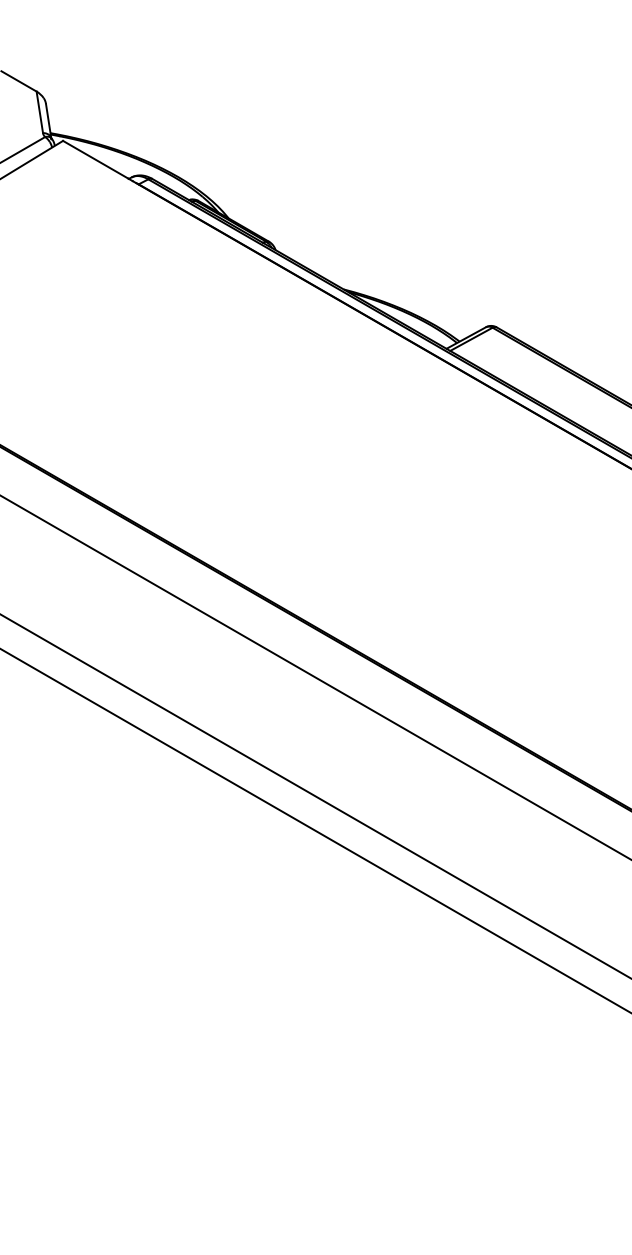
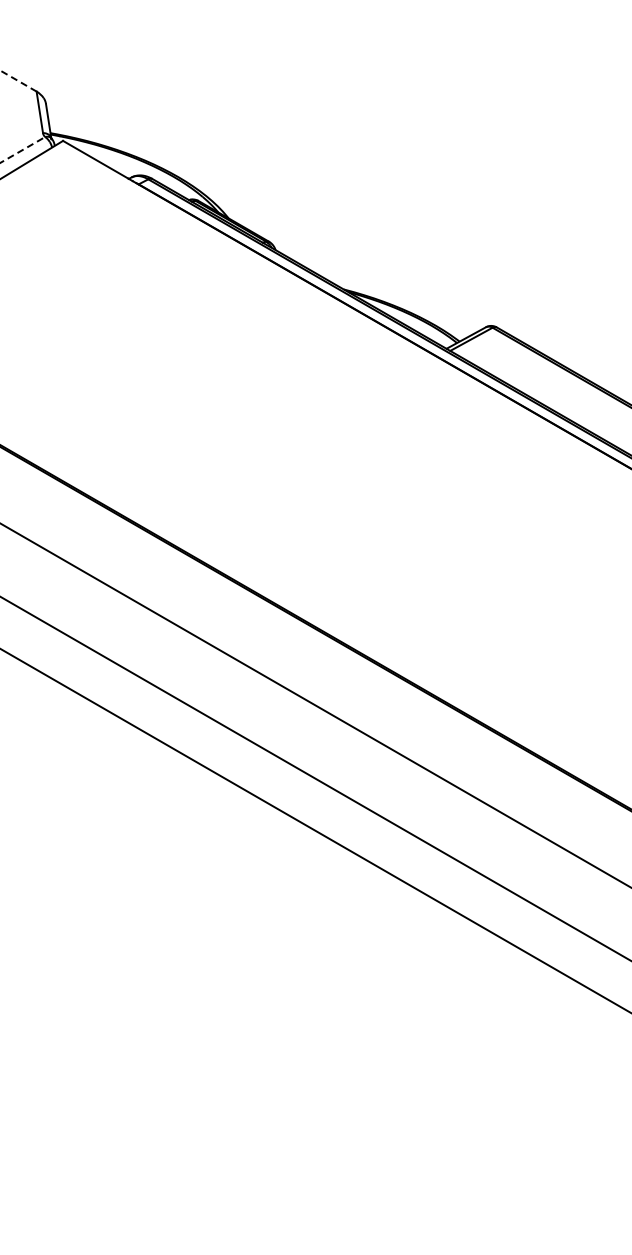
line at (19, 81): solid -> dashed
line at (22, 150): solid -> dashed
line at (315, 677) position: (315, 677) -> (315, 705)
line at (315, 795) position: (315, 795) -> (315, 778)
